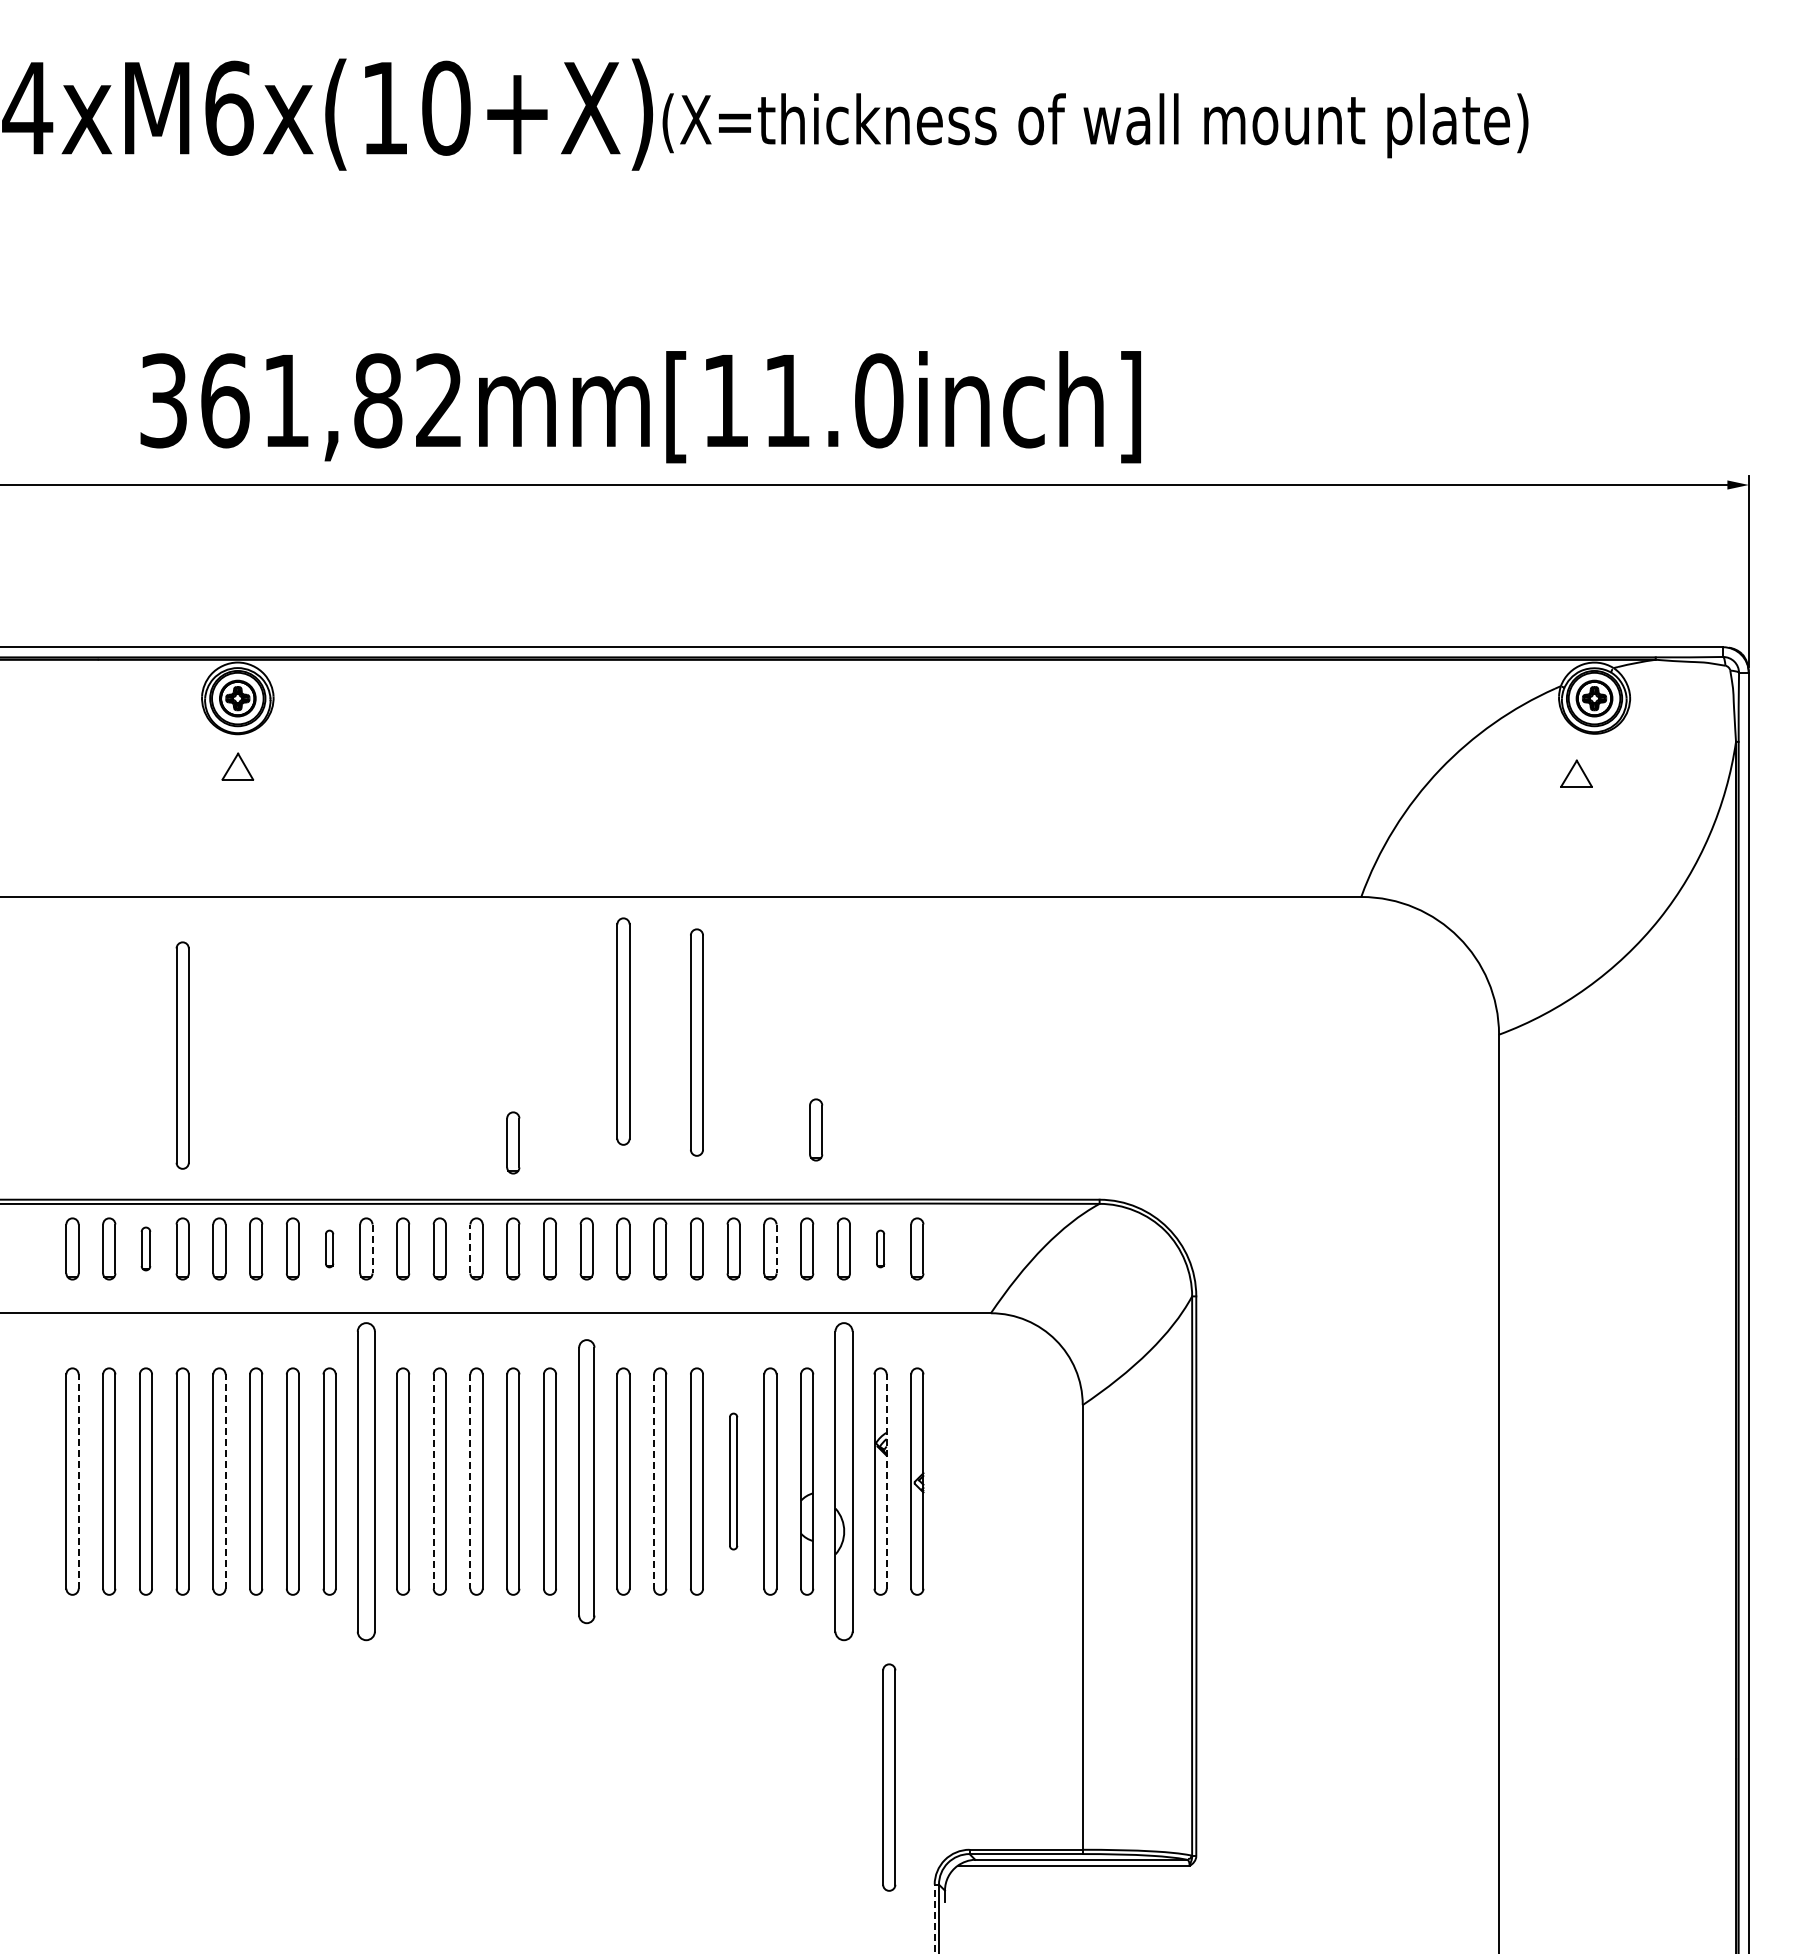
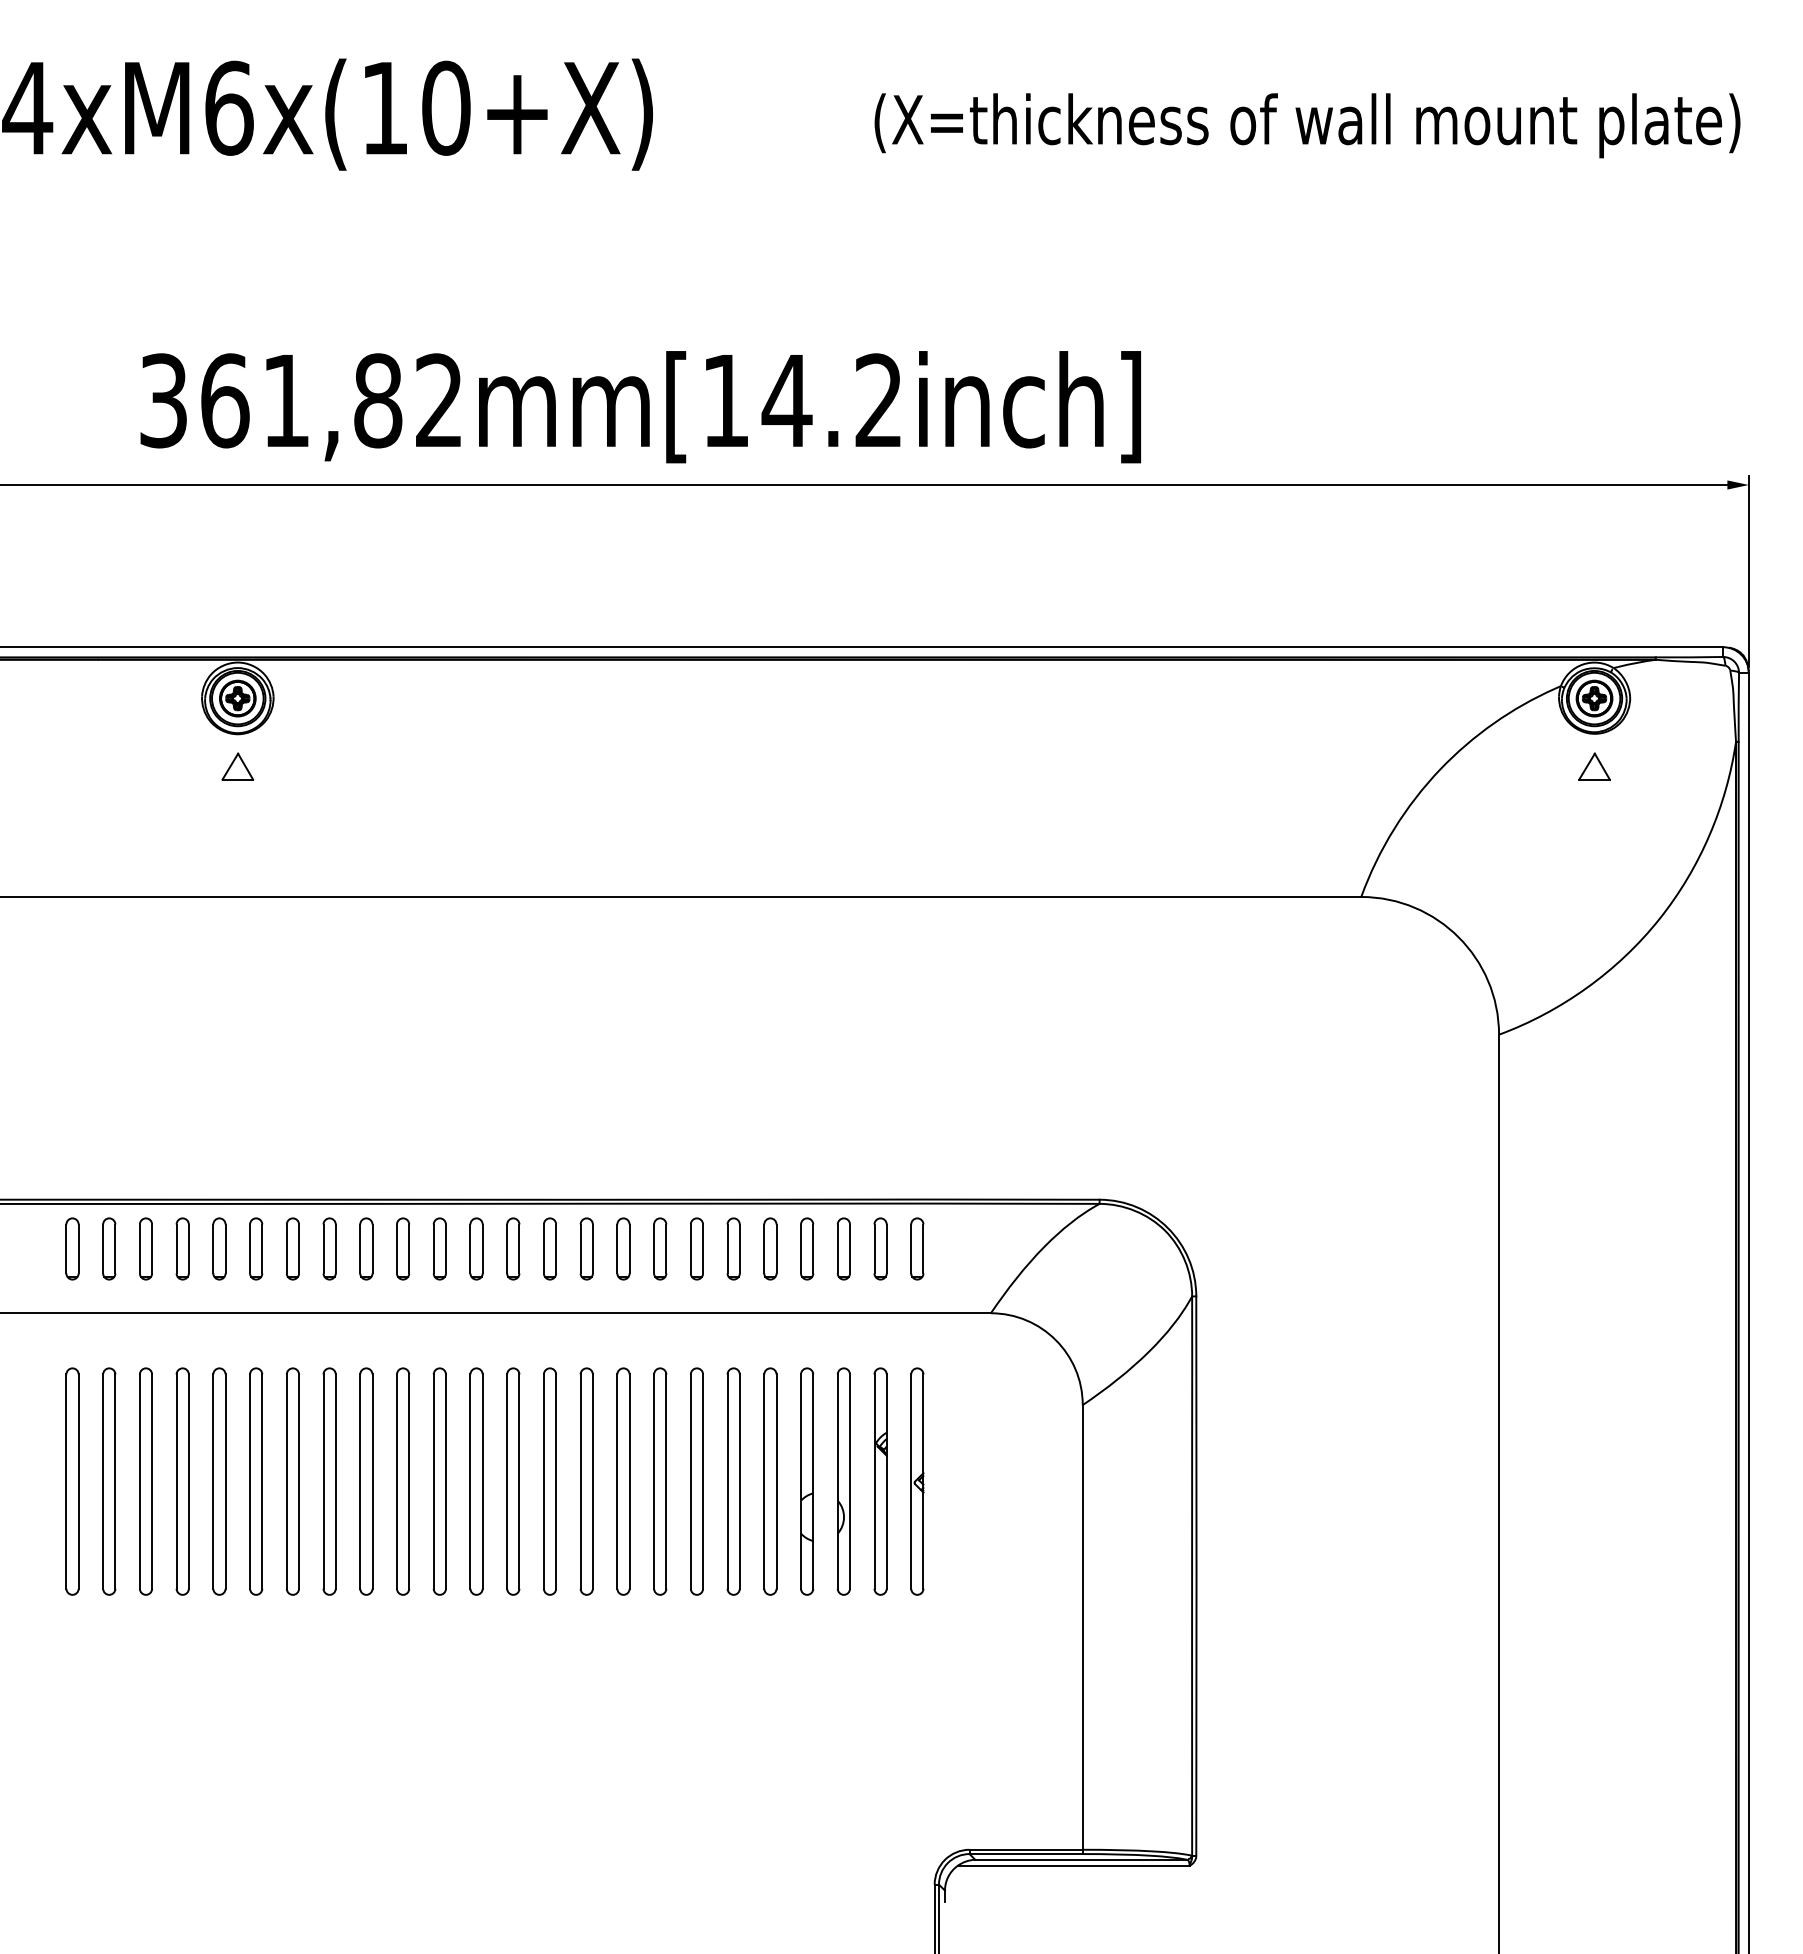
text at (1095, 125) position: (1095, 125) -> (1307, 125)
text at (832, 400): 361,82mm[11.0inch] -> 361,82mm[14.2inch]
part at (1576, 773) position: (1576, 773) -> (1594, 766)
part at (623, 1031): present -> none
part at (696, 1042): present -> none
part at (182, 1055): present -> none
part at (816, 1129): present -> none
part at (513, 1142): present -> none
part at (145, 1248) size: 12x46 px -> 14x64 px
part at (329, 1248) size: 10x40 px -> 15x64 px
line at (470, 1248): dashed -> solid
part at (880, 1248) size: 10x40 px -> 15x64 px
line at (372, 1249): dashed -> solid
line at (776, 1249): dashed -> solid
line at (78, 1481): dashed -> solid
line at (225, 1481): dashed -> solid
part at (365, 1481) size: 20x320 px -> 15x229 px
part at (586, 1481) size: 18x286 px -> 15x229 px
part at (733, 1481) size: 10x139 px -> 15x229 px
part at (843, 1481) size: 20x320 px -> 15x229 px
line at (886, 1481): dashed -> solid
line at (433, 1482): dashed -> solid
line at (470, 1482): dashed -> solid
line at (654, 1482): dashed -> solid
part at (889, 1777): present -> none
line at (934, 1918): dashed -> solid
